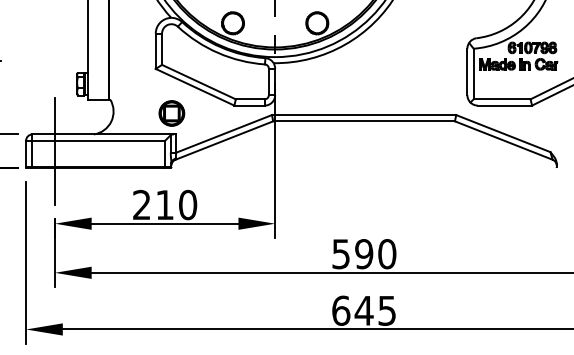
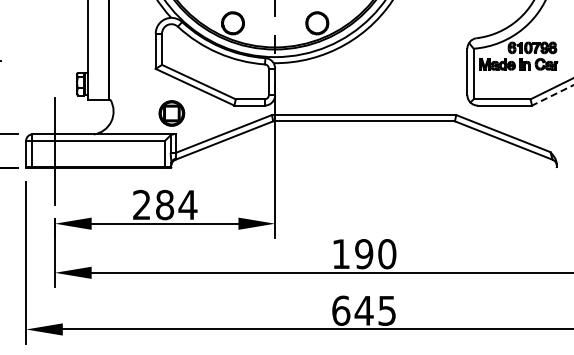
line at (552, 95): solid -> dashed
text at (176, 204): 210 -> 284
text at (340, 254): 590 -> 190
